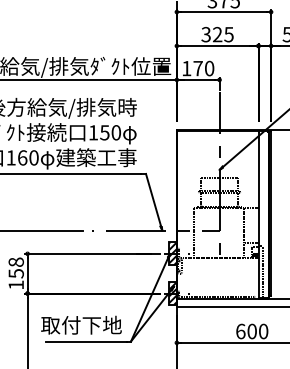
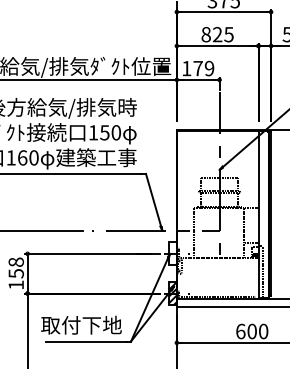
text at (205, 34): 325 -> 825
text at (209, 68): 170 -> 179
hatch at (172, 253): present -> none
